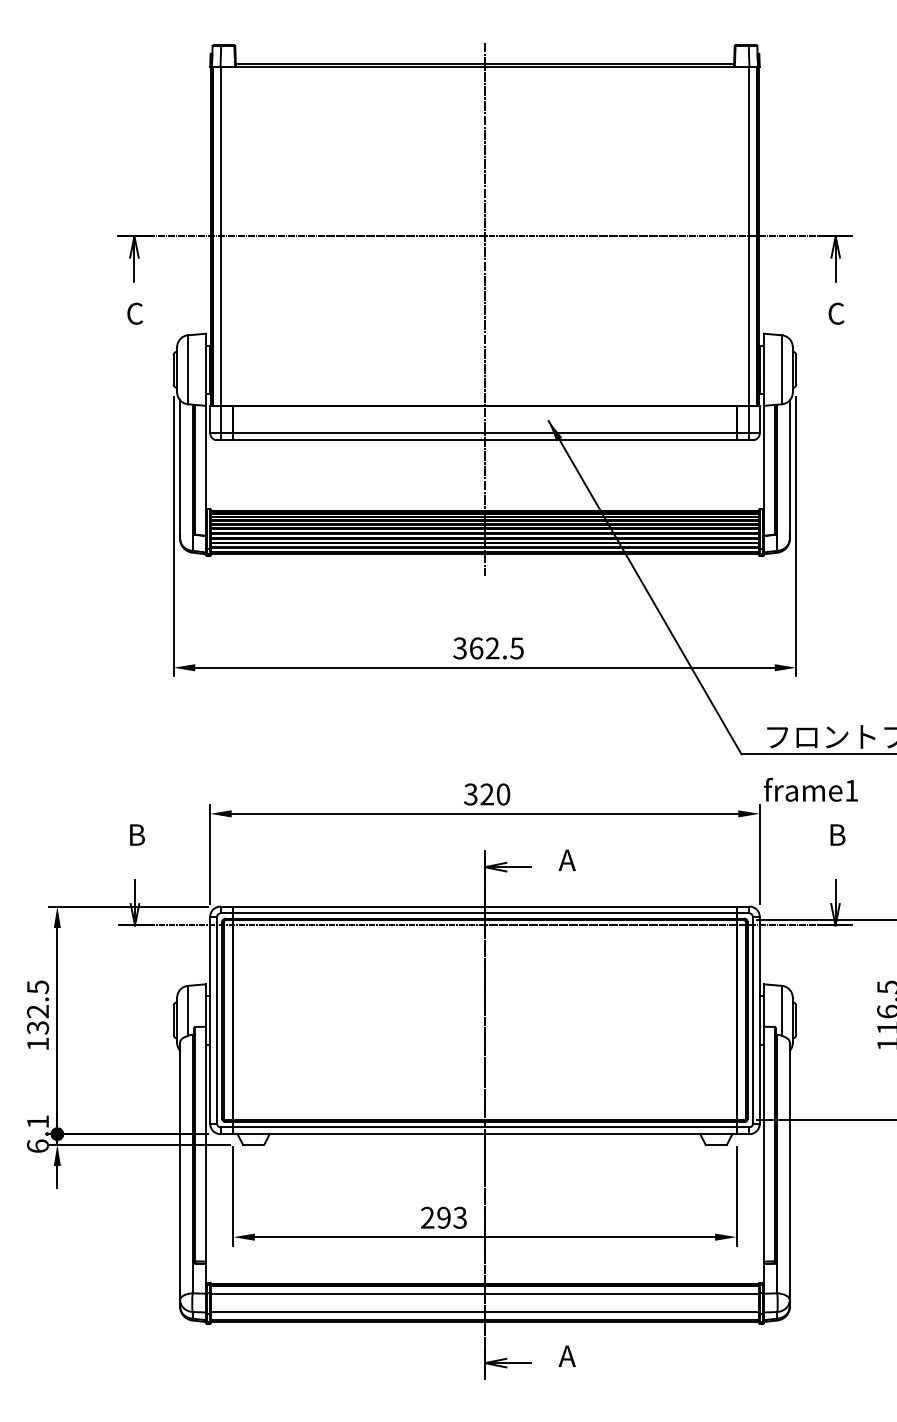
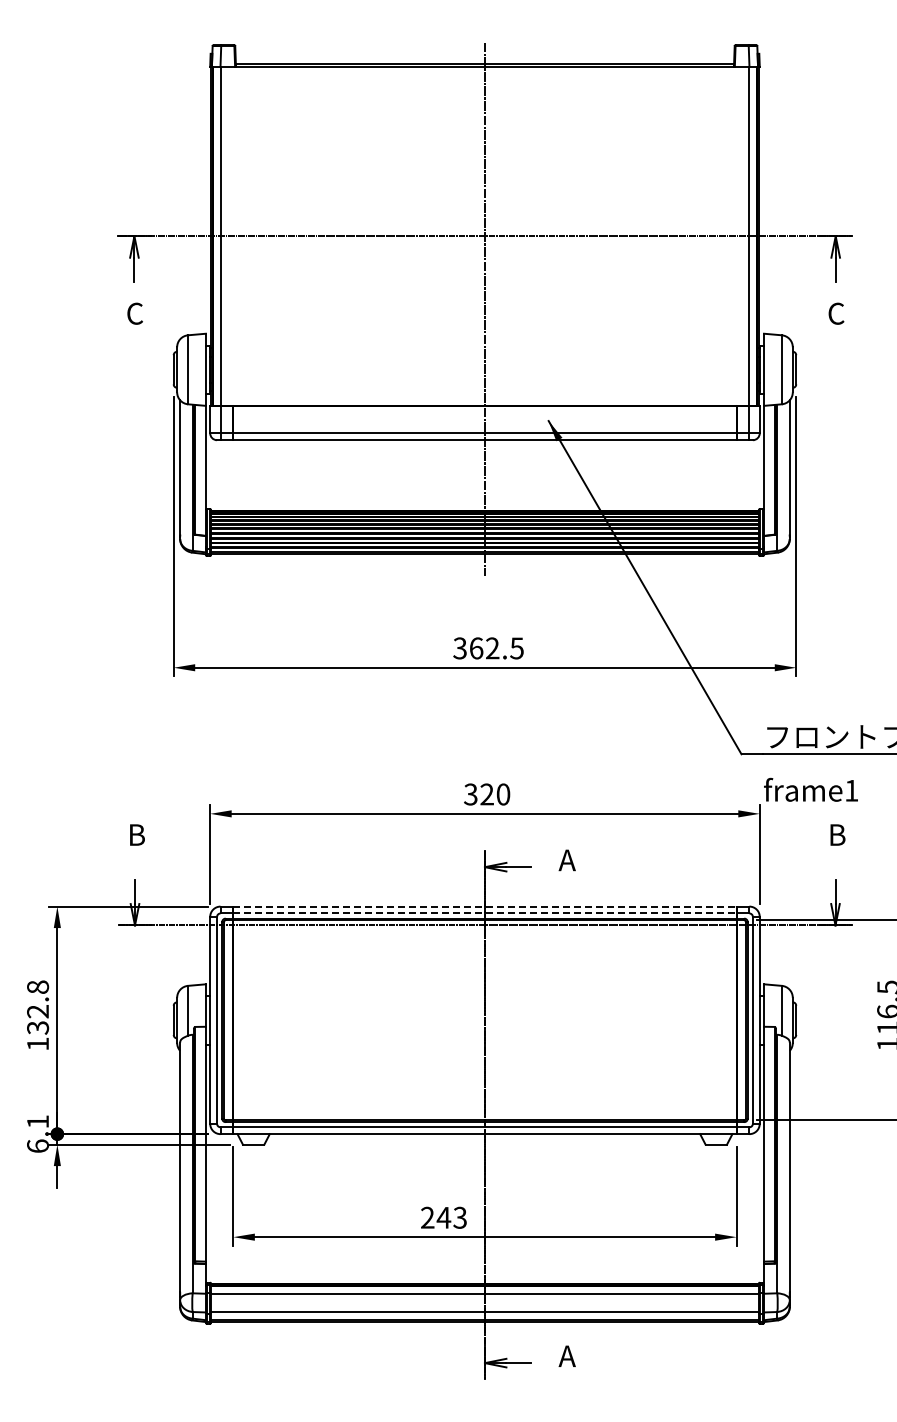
line at (484, 906): solid -> dashed
line at (484, 913): solid -> dashed
text at (37, 987): 132.5 -> 132.8
text at (443, 1217): 293 -> 243
